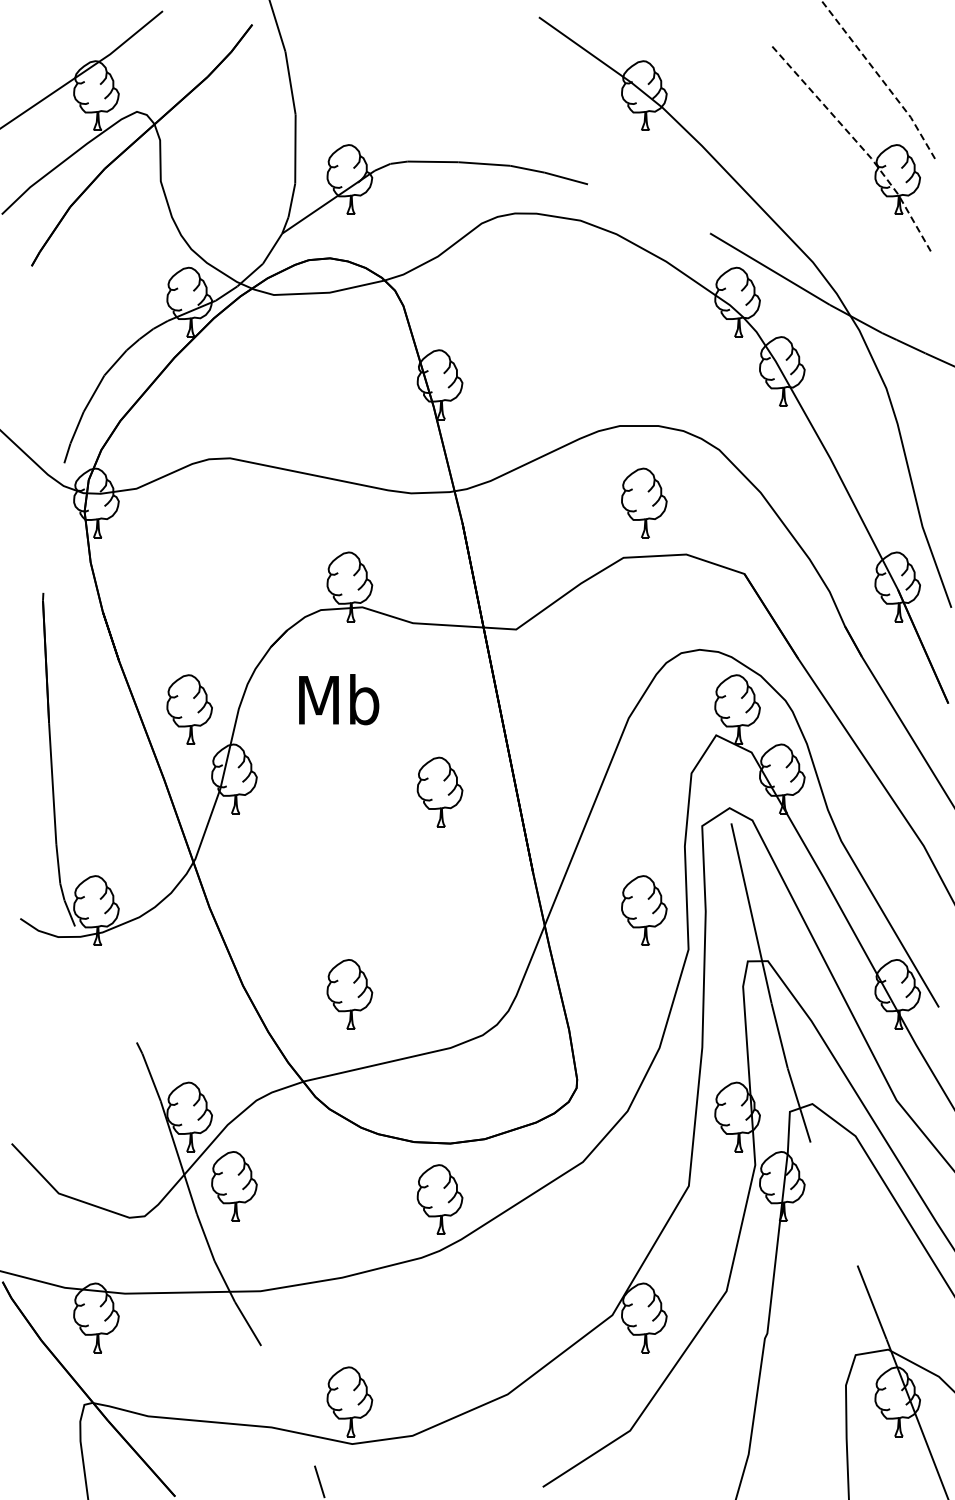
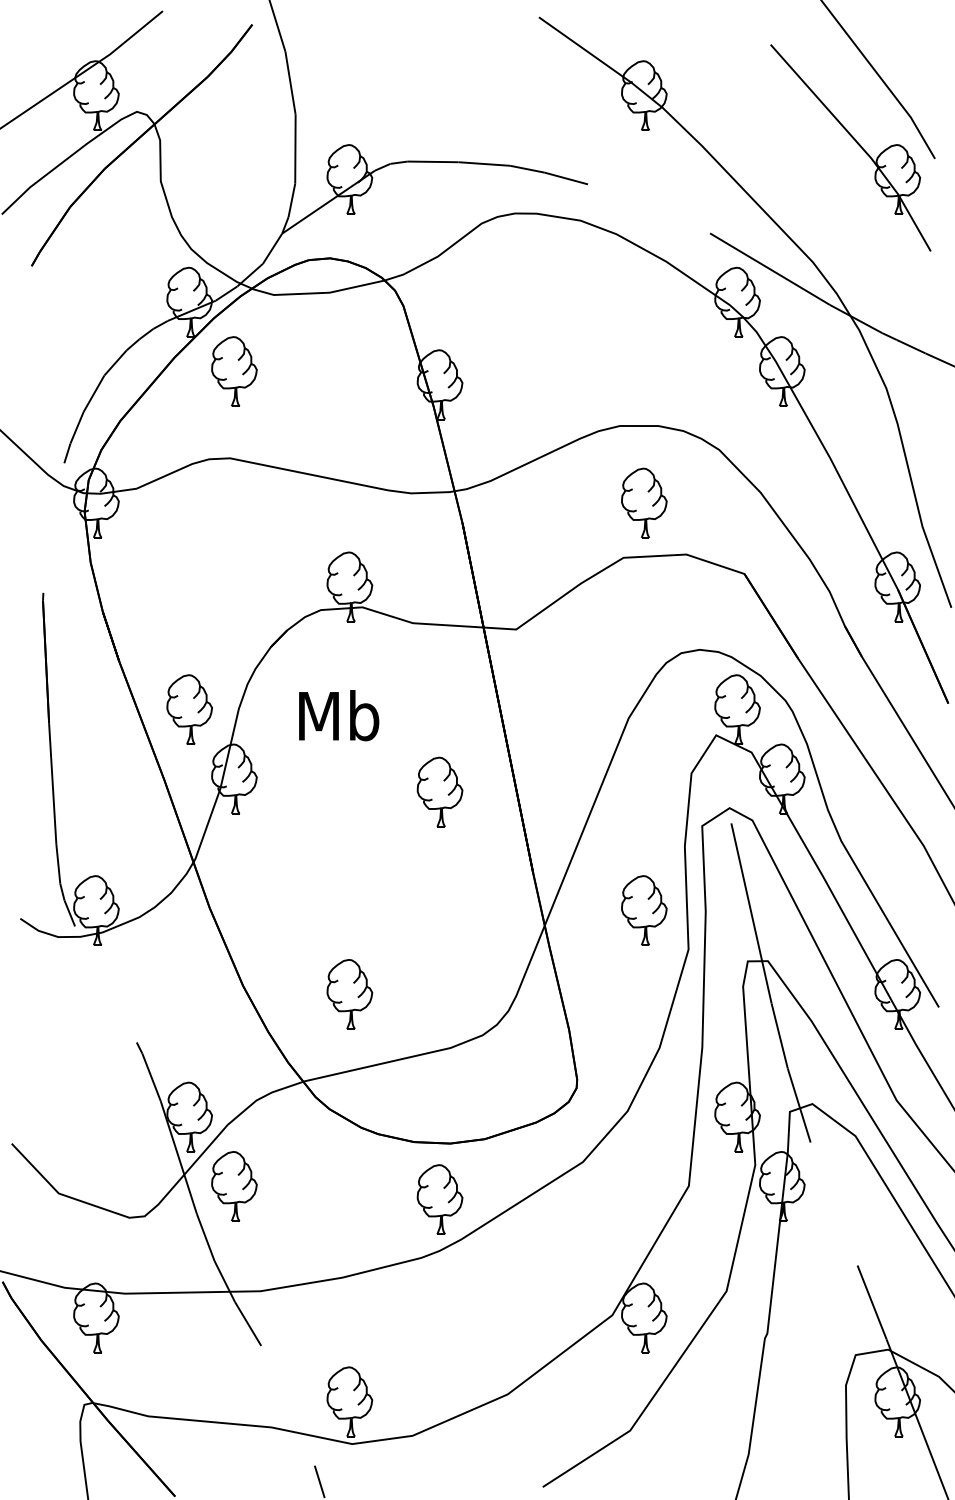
line at (881, 78): dashed -> solid
line at (858, 143): dashed -> solid
part at (234, 371): none -> present
text at (339, 699) position: (339, 699) -> (339, 715)
